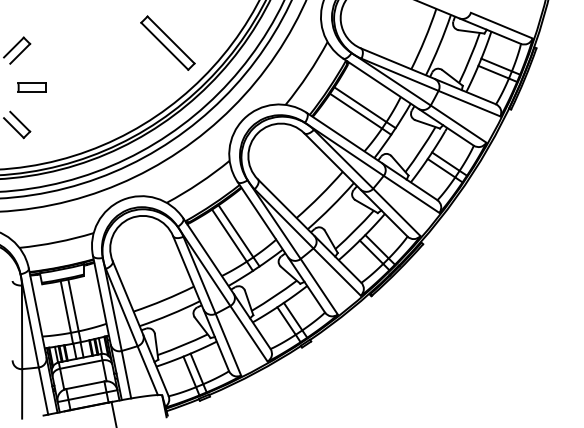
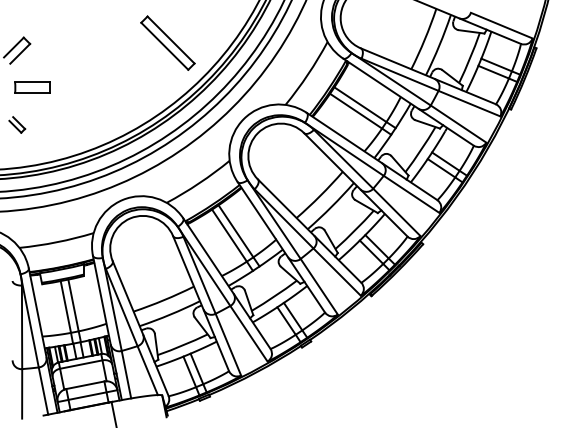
part at (31, 87) size: 30x11 px -> 37x13 px
part at (17, 124) size: 29x30 px -> 19x18 px
